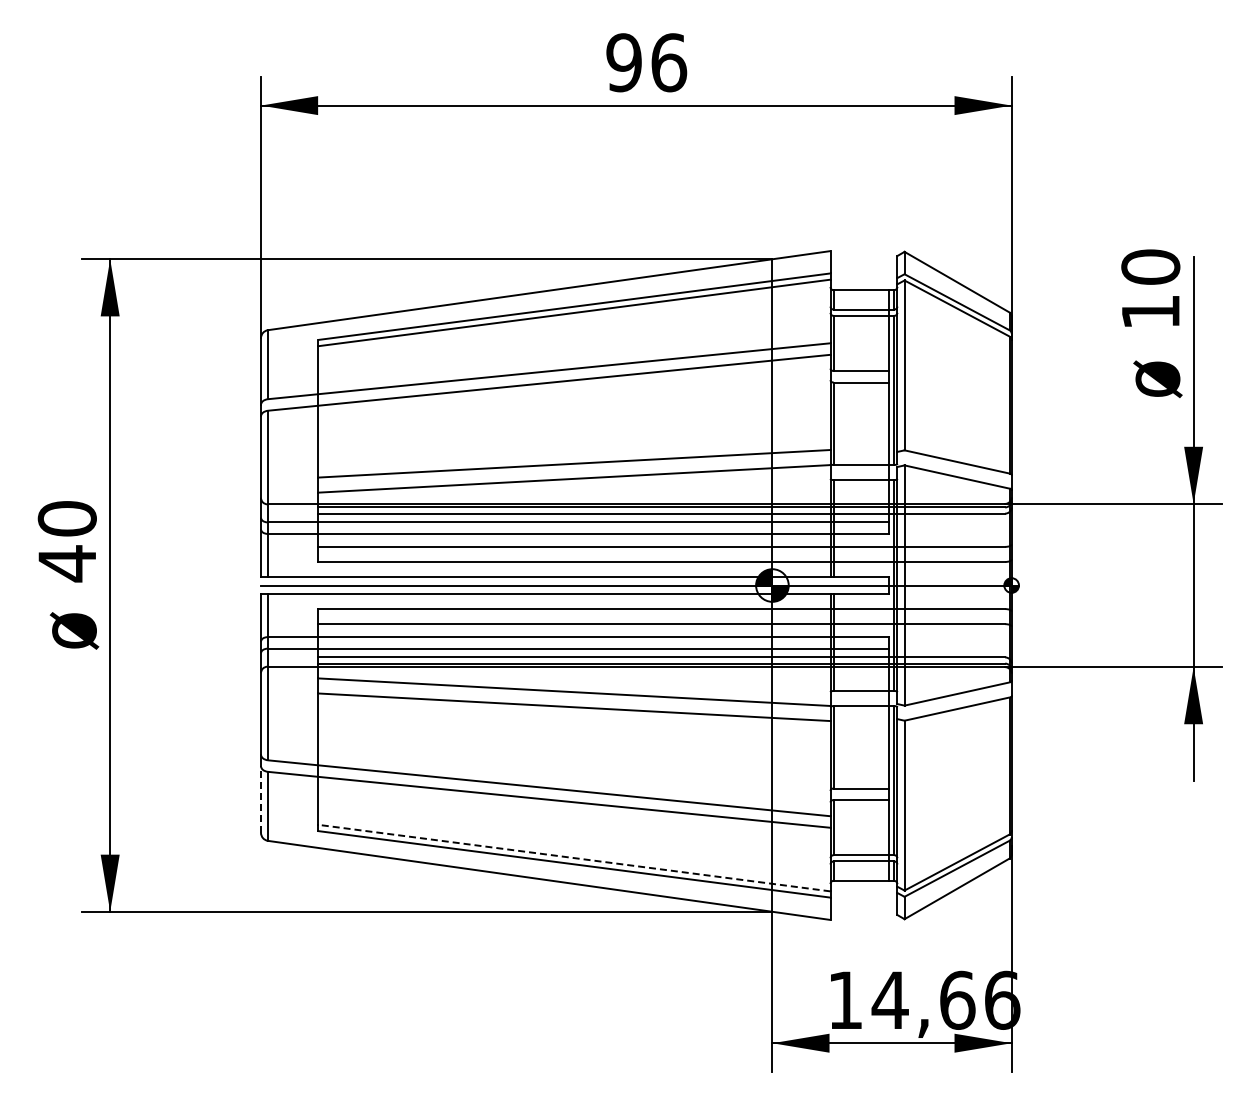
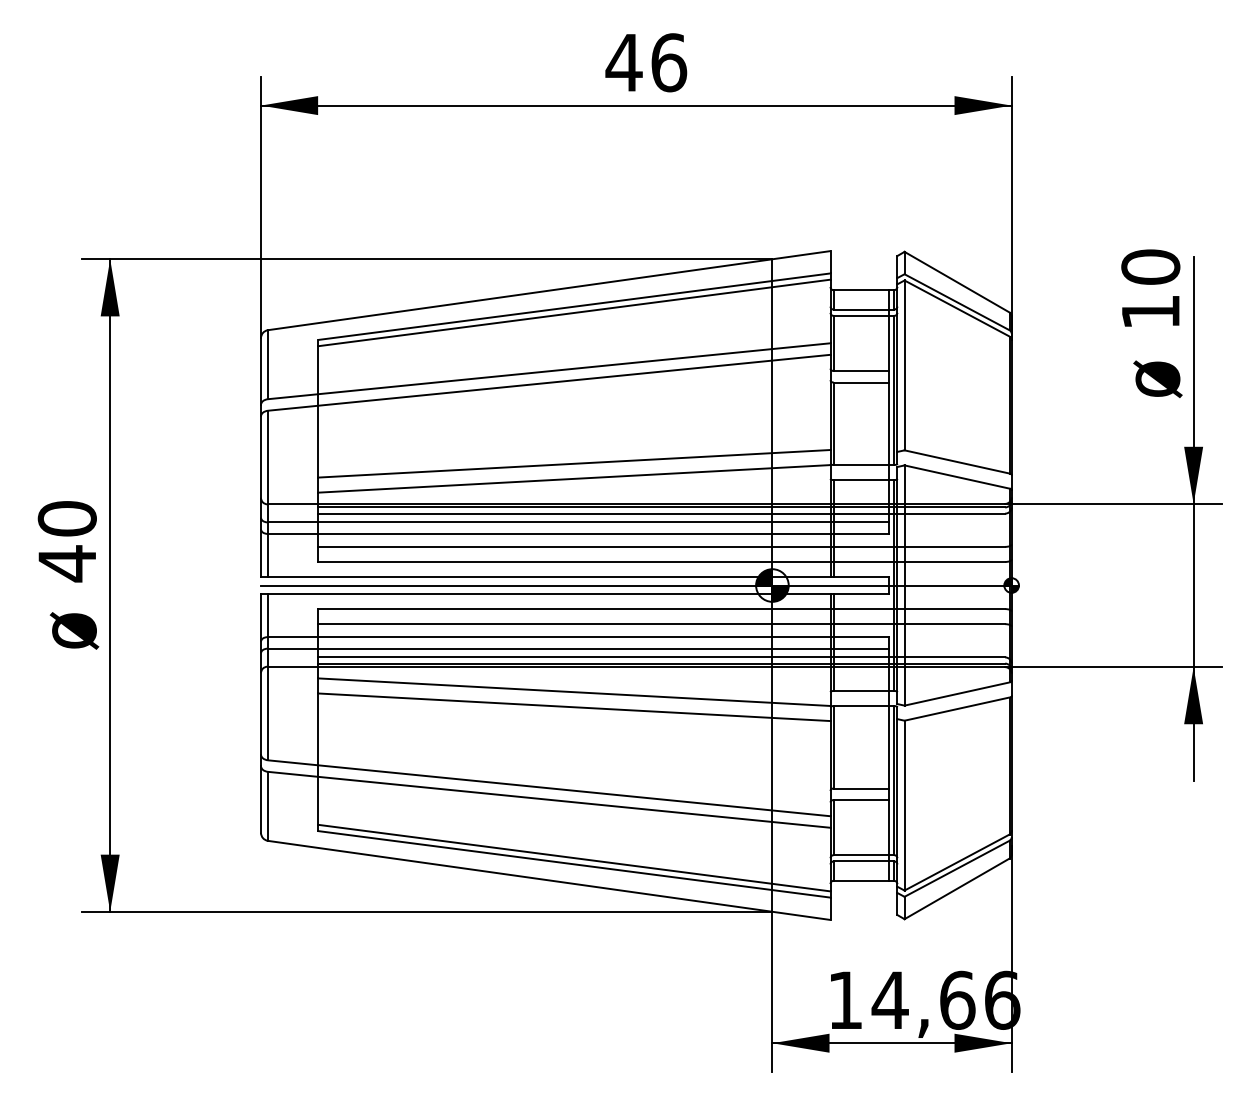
text at (623, 62): 96 -> 46
line at (261, 798): dashed -> solid
line at (573, 858): dashed -> solid
